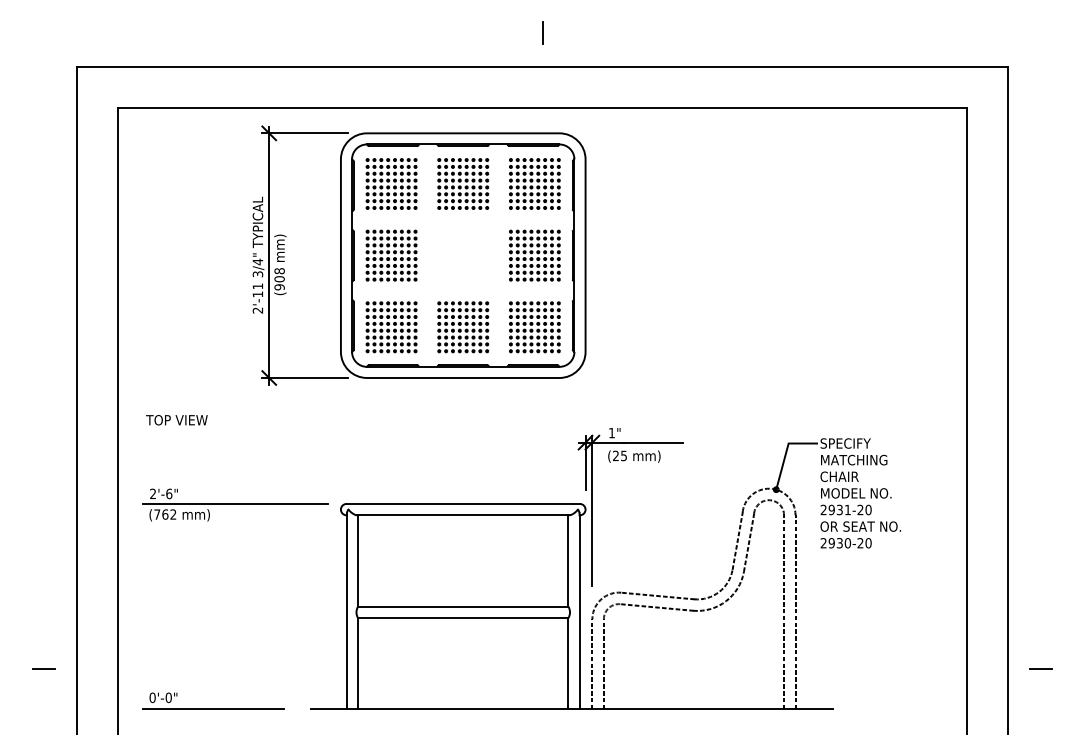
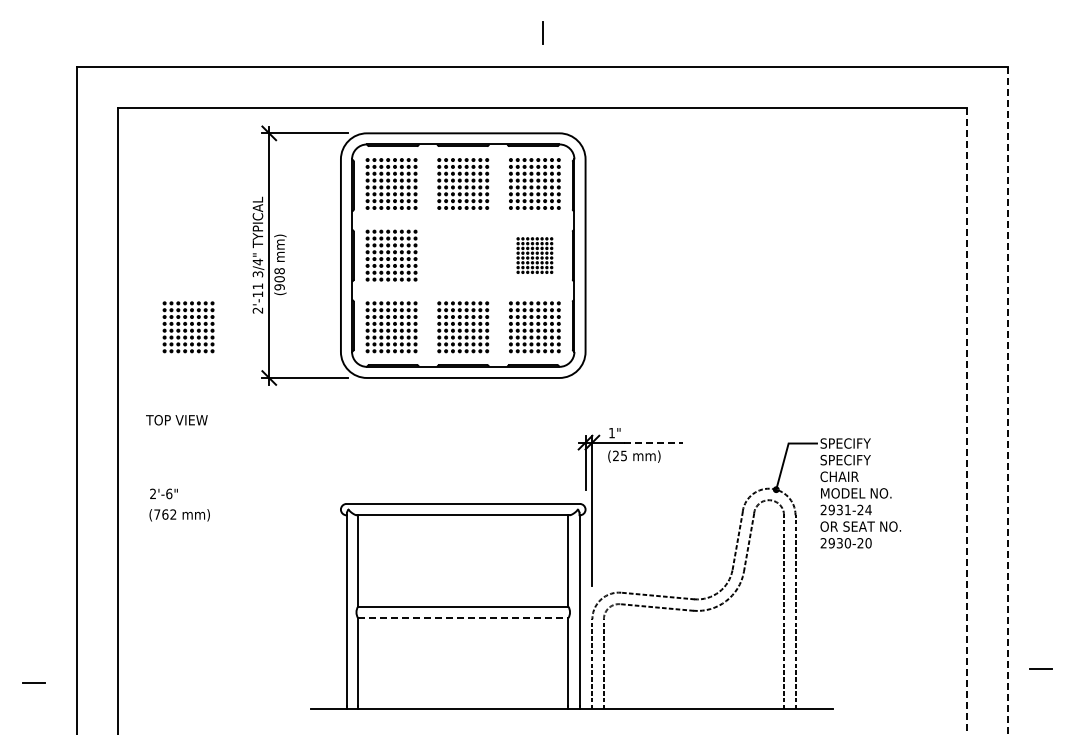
part at (534, 255) size: 52x53 px -> 38x37 px
part at (188, 327): none -> present
line at (1008, 400): solid -> dashed
line at (967, 421): solid -> dashed
line at (653, 442): solid -> dashed
text at (853, 459): MATCHING -> SPECIFY
line at (235, 503): present -> none
text at (868, 509): 2931-20 -> 2931-24
line at (463, 618): solid -> dashed
line at (43, 668) position: (43, 668) -> (33, 682)
part at (213, 708): present -> none
